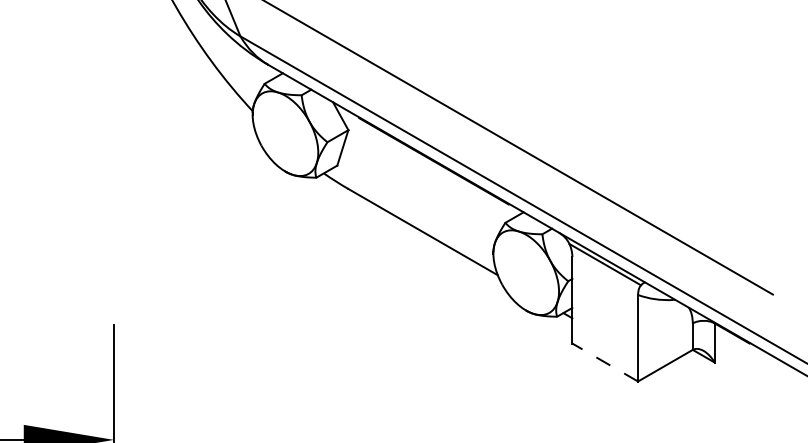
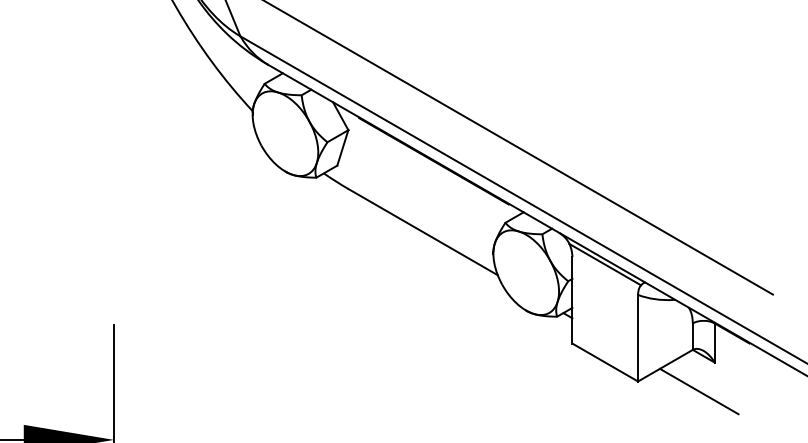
line at (605, 362): dashed -> solid
line at (698, 391): none -> present
